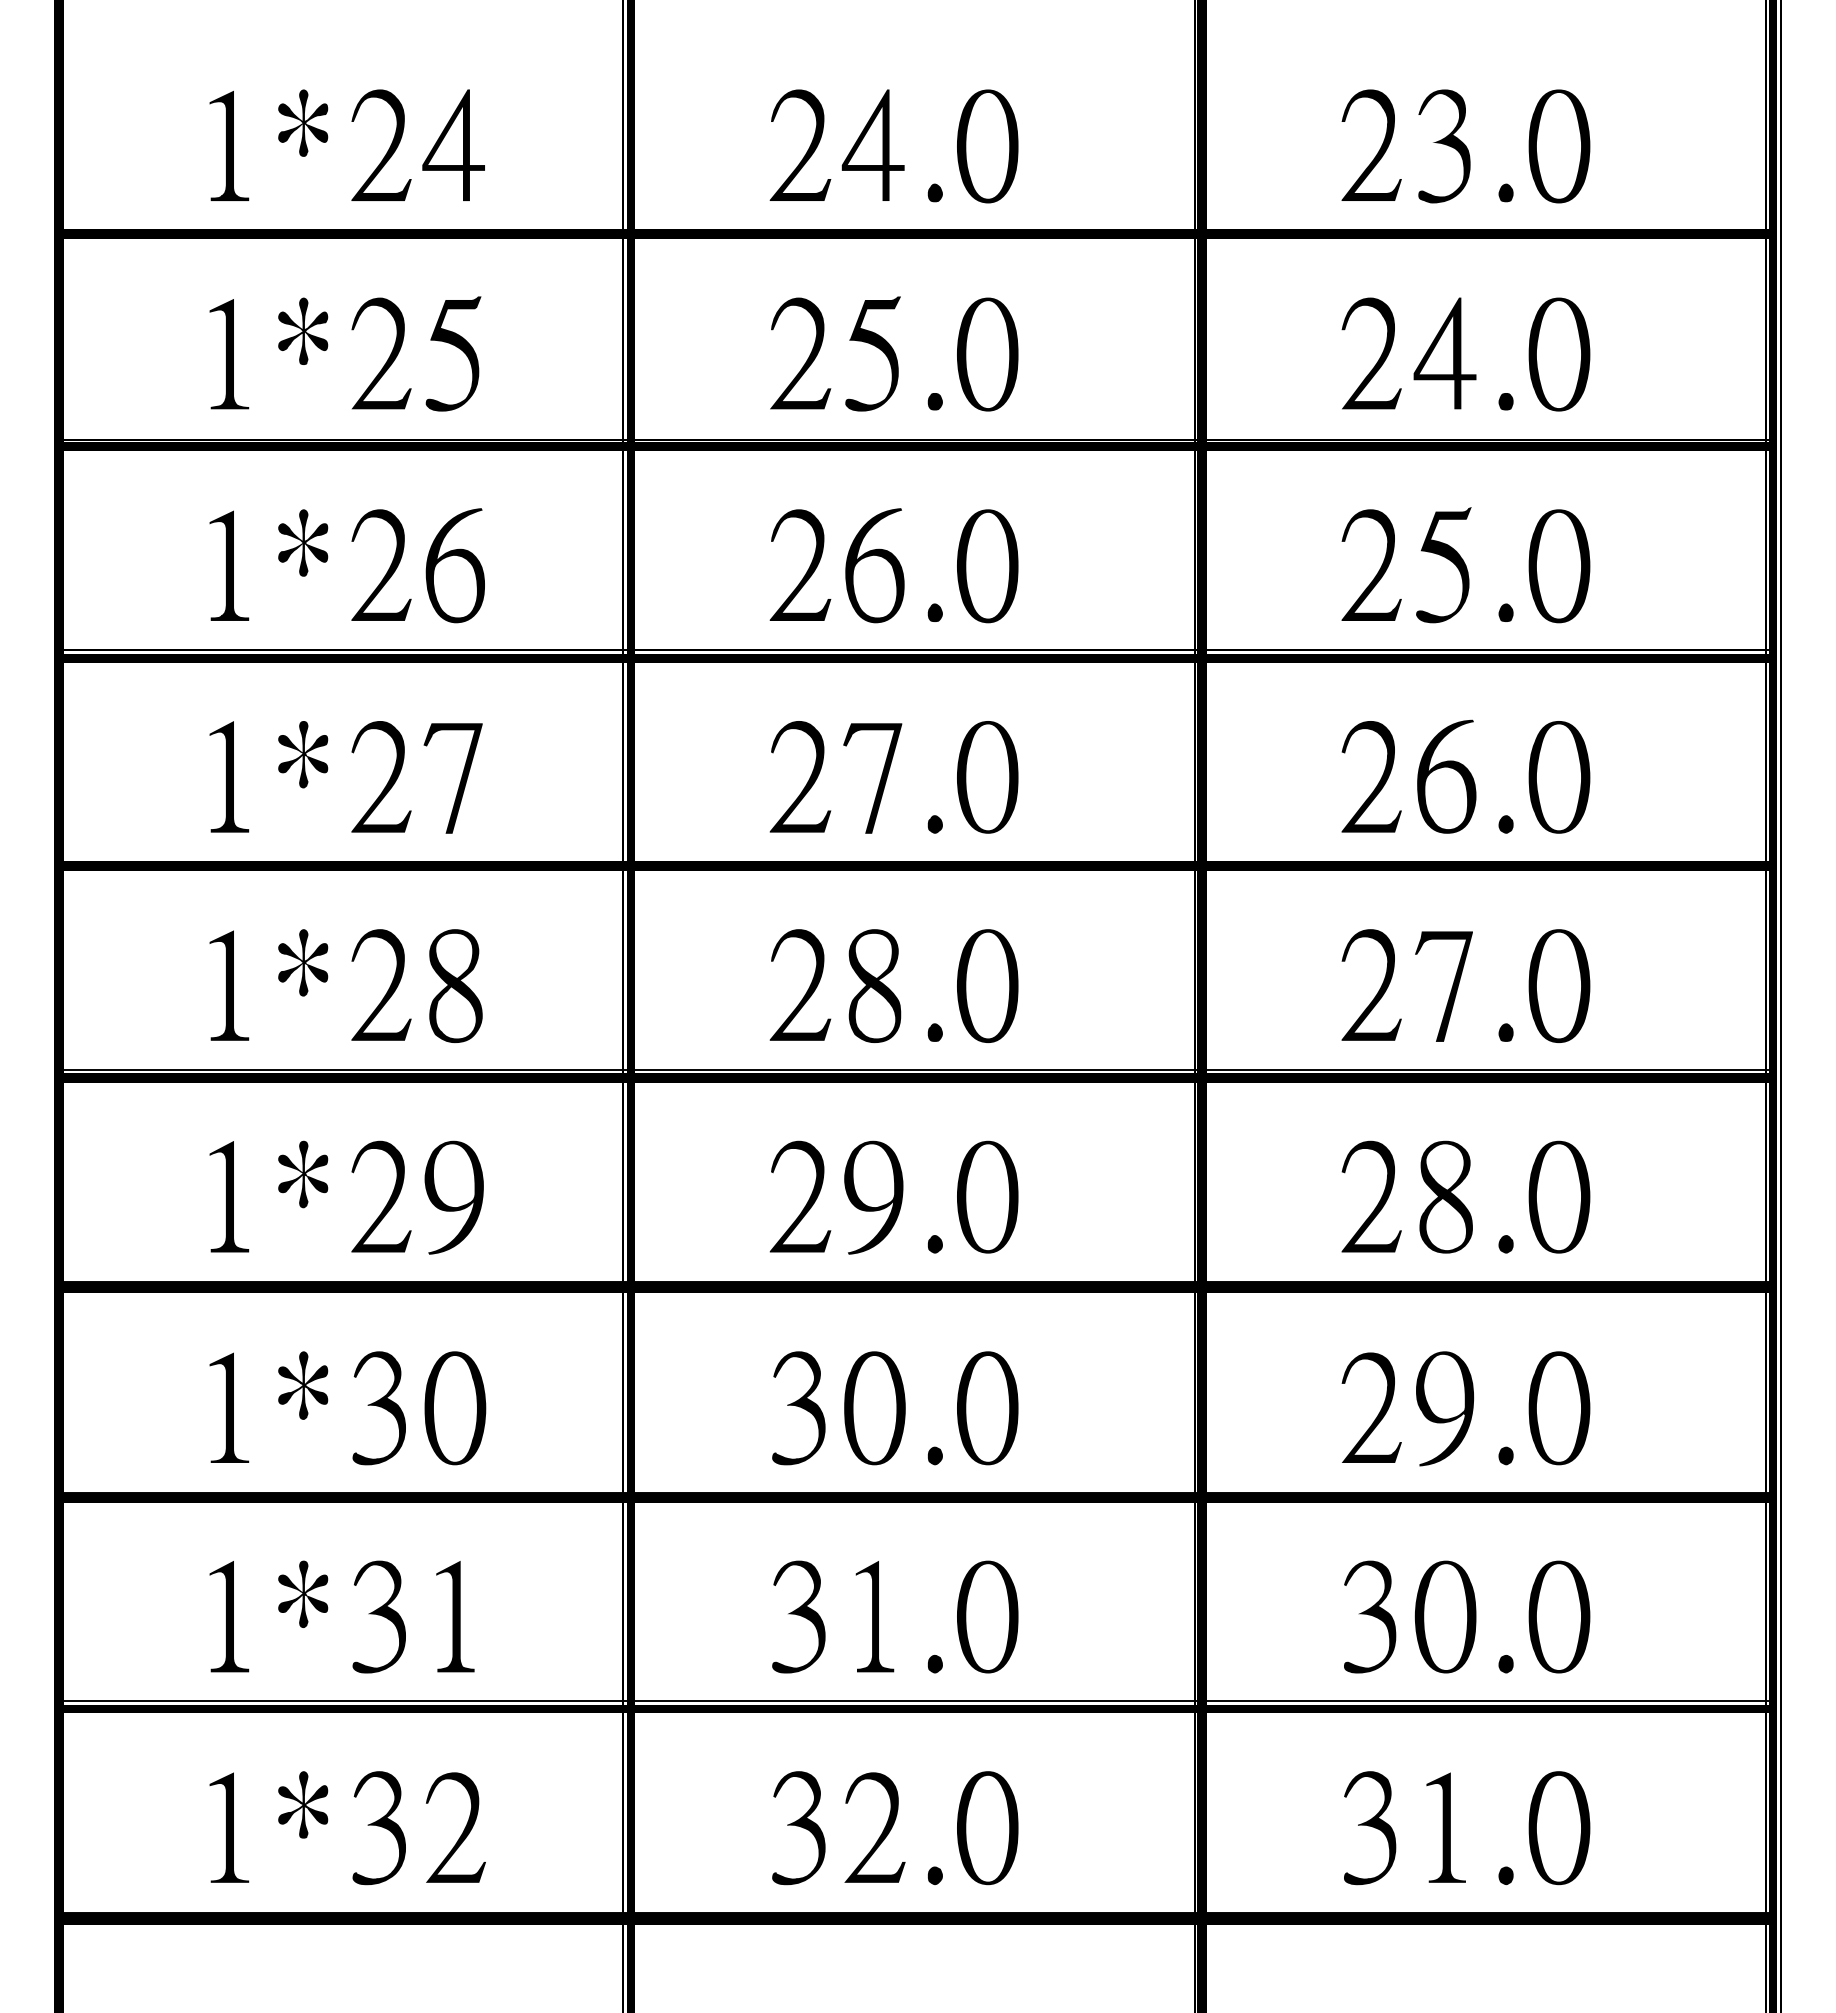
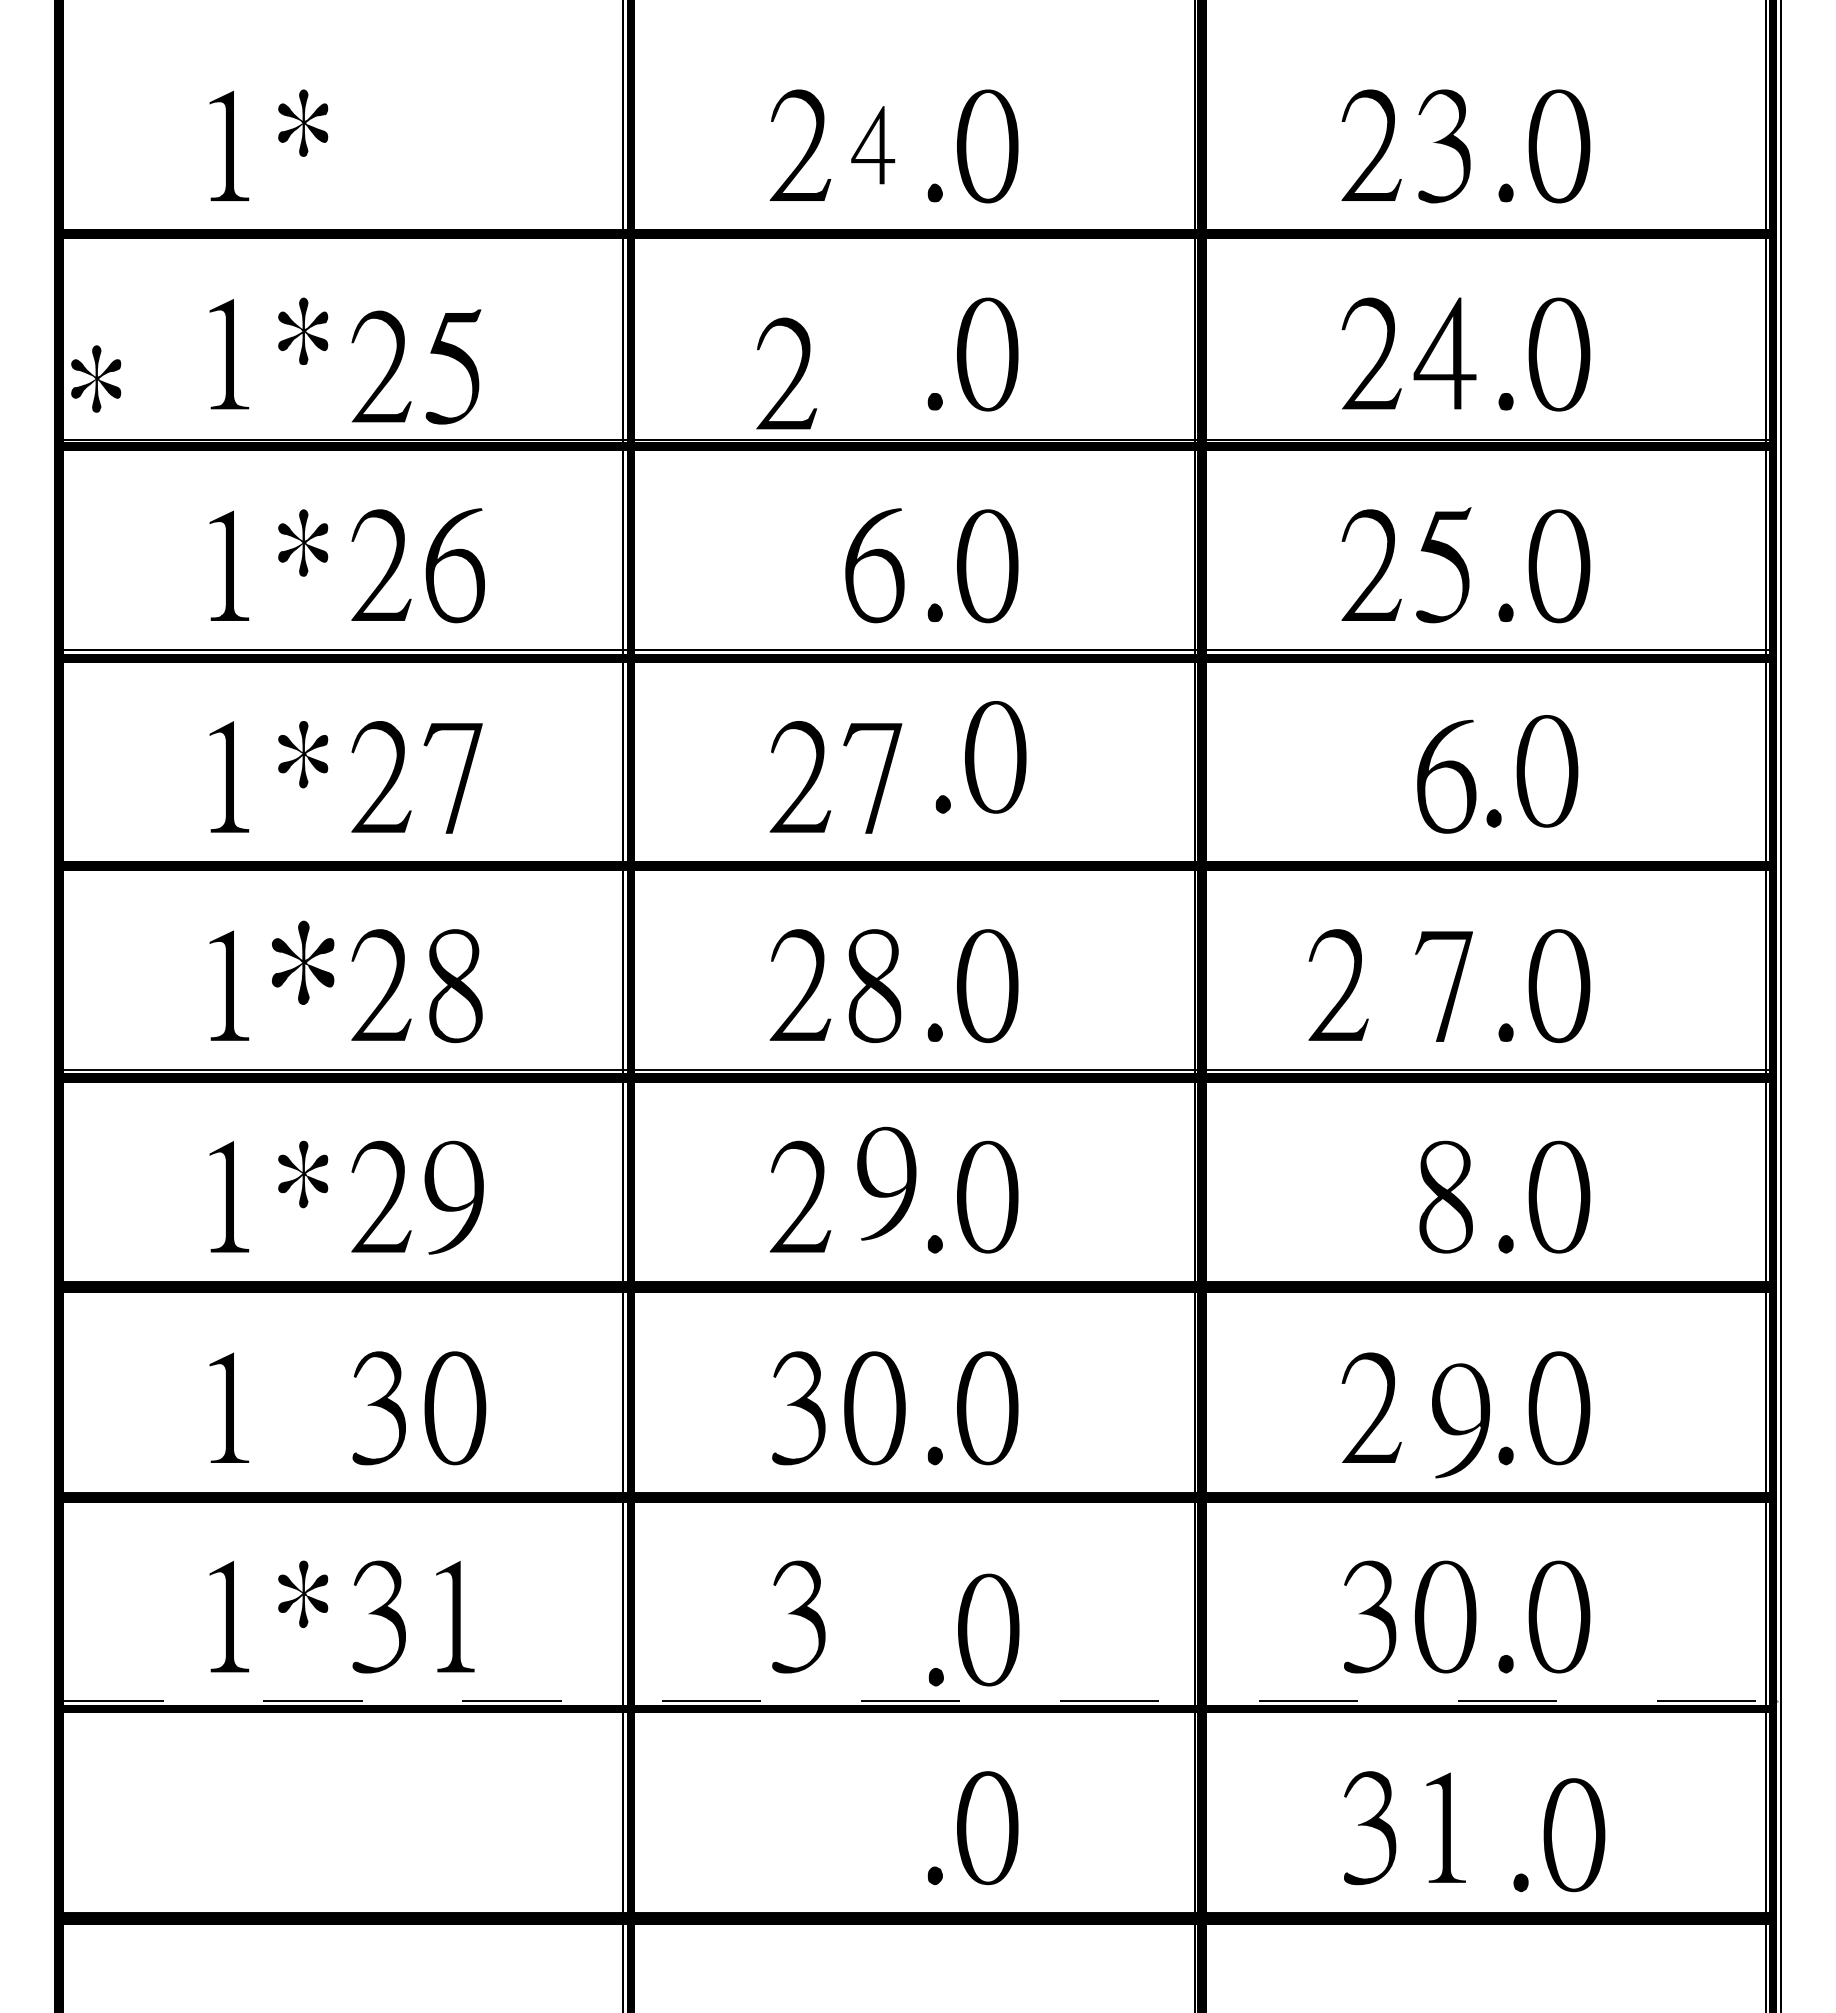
part at (872, 144) size: 64x112 px -> 45x79 px
part at (429, 152): present -> none
part at (402, 345) position: (402, 345) -> (402, 358)
part at (877, 348): present -> none
part at (808, 356) position: (808, 356) -> (794, 376)
part at (96, 378): none -> present
fill at (800, 565): present -> none
fill at (1371, 776): present -> none
part at (972, 777) position: (972, 777) -> (980, 757)
part at (1544, 777) position: (1544, 777) -> (1532, 771)
part at (303, 962) size: 51x68 px -> 63x85 px
part at (1379, 988) position: (1379, 988) -> (1346, 988)
fill at (1371, 1196): present -> none
part at (873, 1197) position: (873, 1197) -> (886, 1183)
fill at (303, 1385): present -> none
part at (1445, 1408) position: (1445, 1408) -> (1461, 1420)
part at (874, 1616): present -> none
part at (972, 1616) position: (972, 1616) -> (973, 1629)
line at (921, 1701): solid -> dashed
fill at (303, 1804): present -> none
fill at (229, 1827): present -> none
fill at (874, 1827): present -> none
fill at (798, 1828): present -> none
part at (1544, 1828) position: (1544, 1828) -> (1559, 1835)
part at (403, 1832): present -> none
